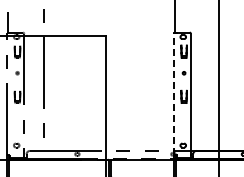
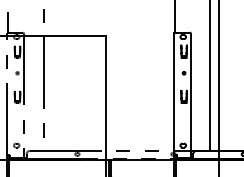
line at (210, 76): none -> present
line at (173, 93): dashed -> solid
